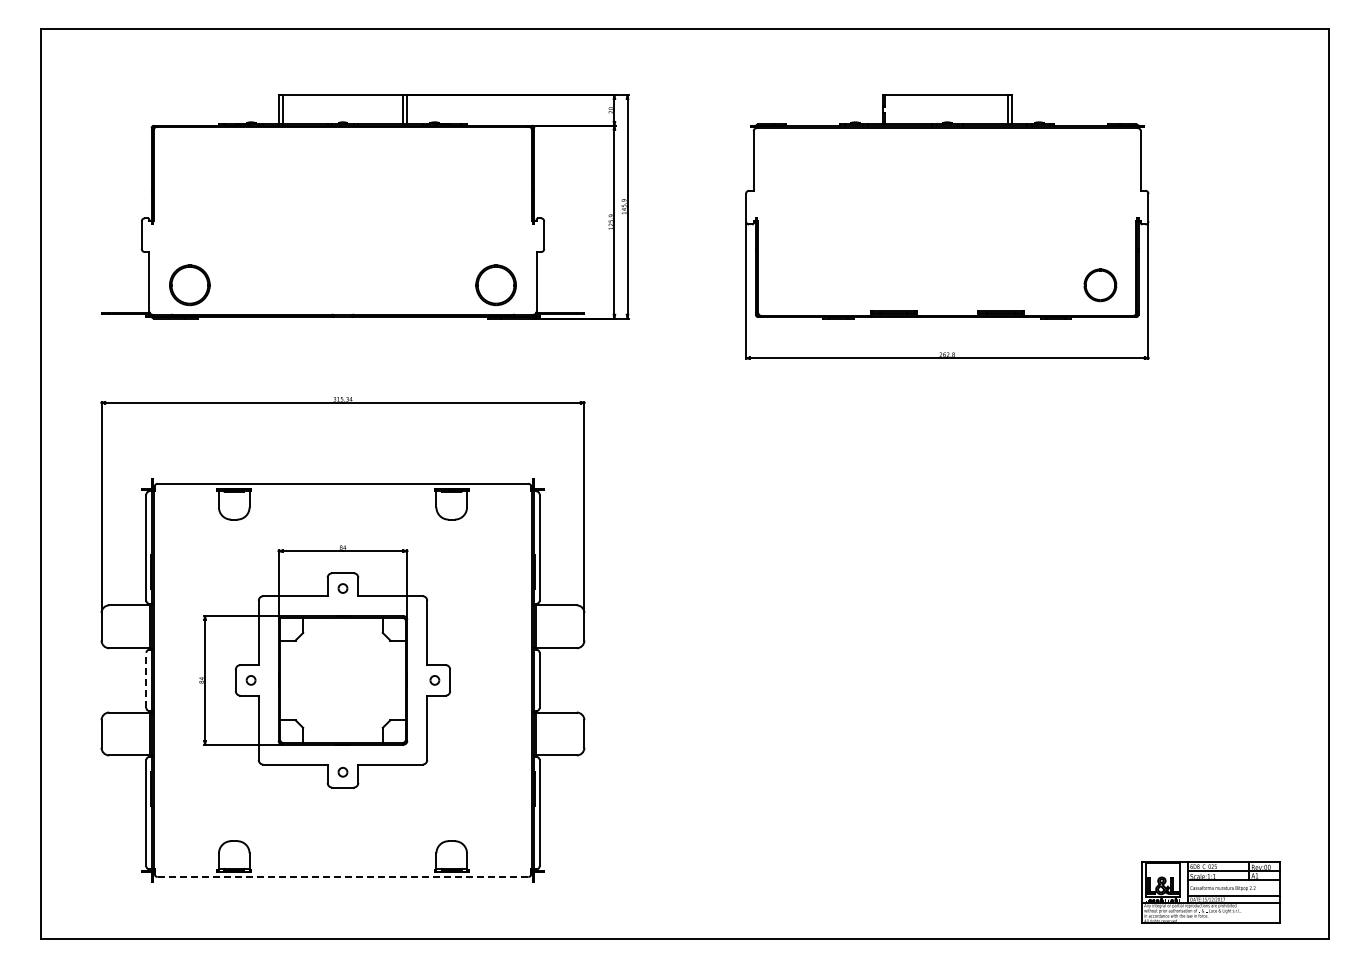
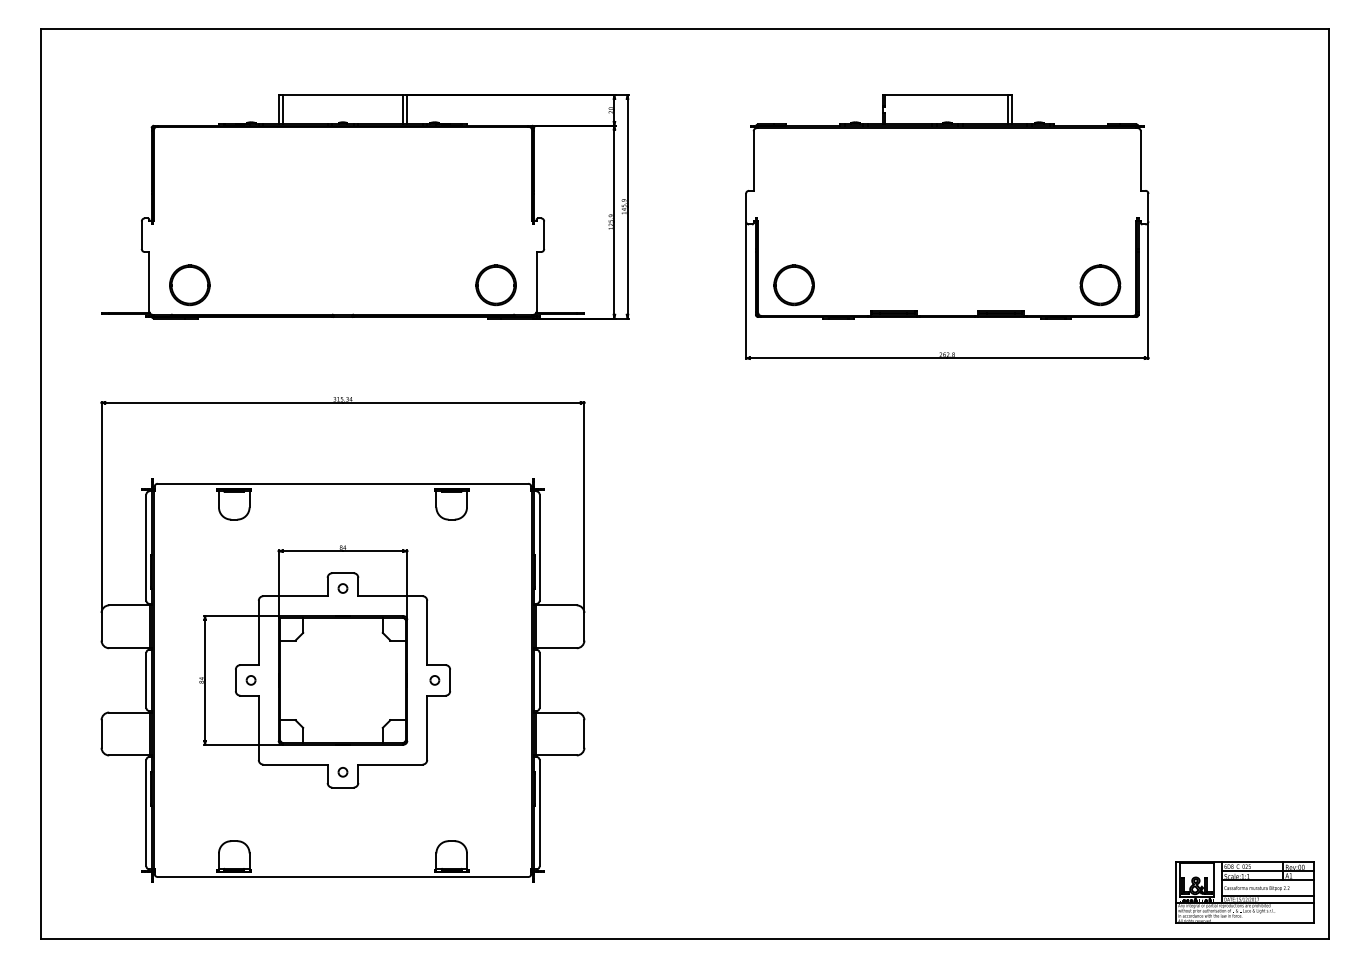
part at (793, 285): none -> present
part at (1100, 285) size: 35x35 px -> 43x43 px
line at (146, 680): dashed -> solid
line at (342, 877): dashed -> solid
part at (1210, 892) position: (1210, 892) -> (1244, 892)
